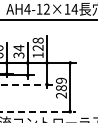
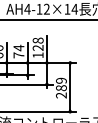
text at (18, 55): 34 -> 74
line at (27, 84): dashed -> solid
line at (38, 111): dashed -> solid
